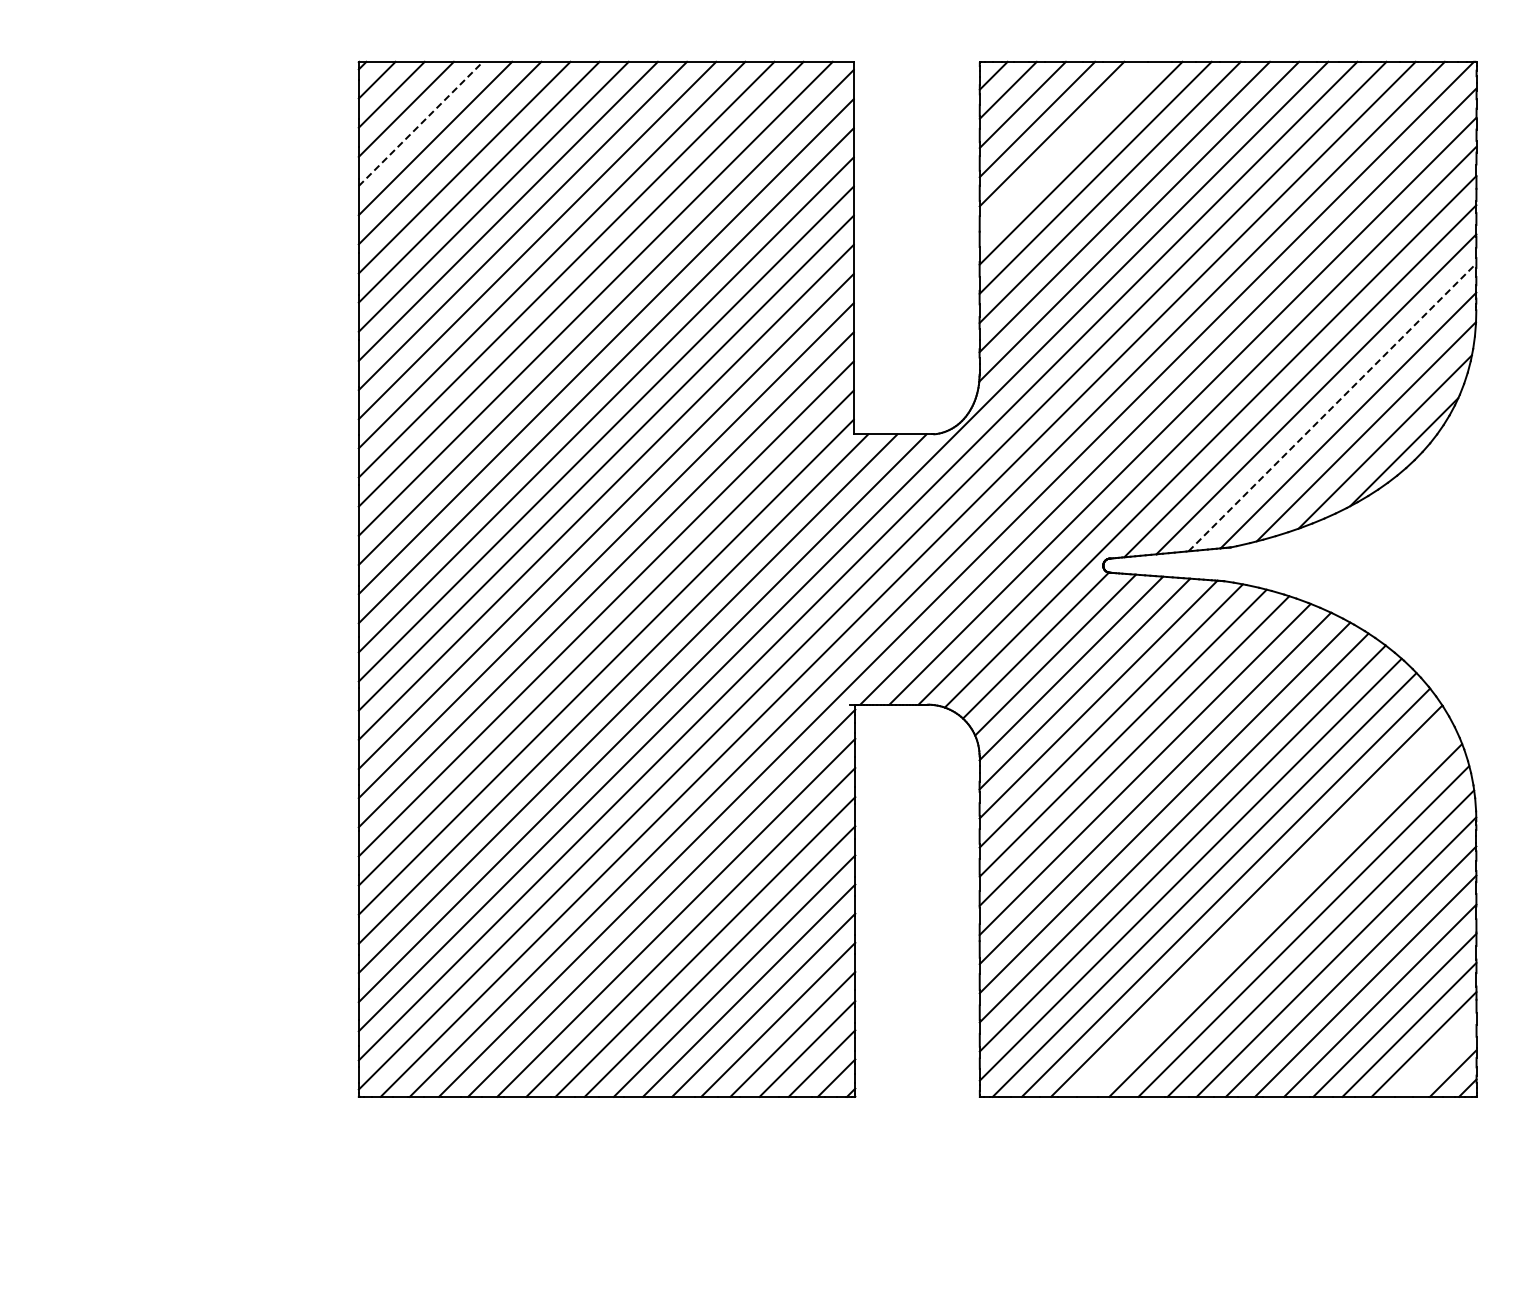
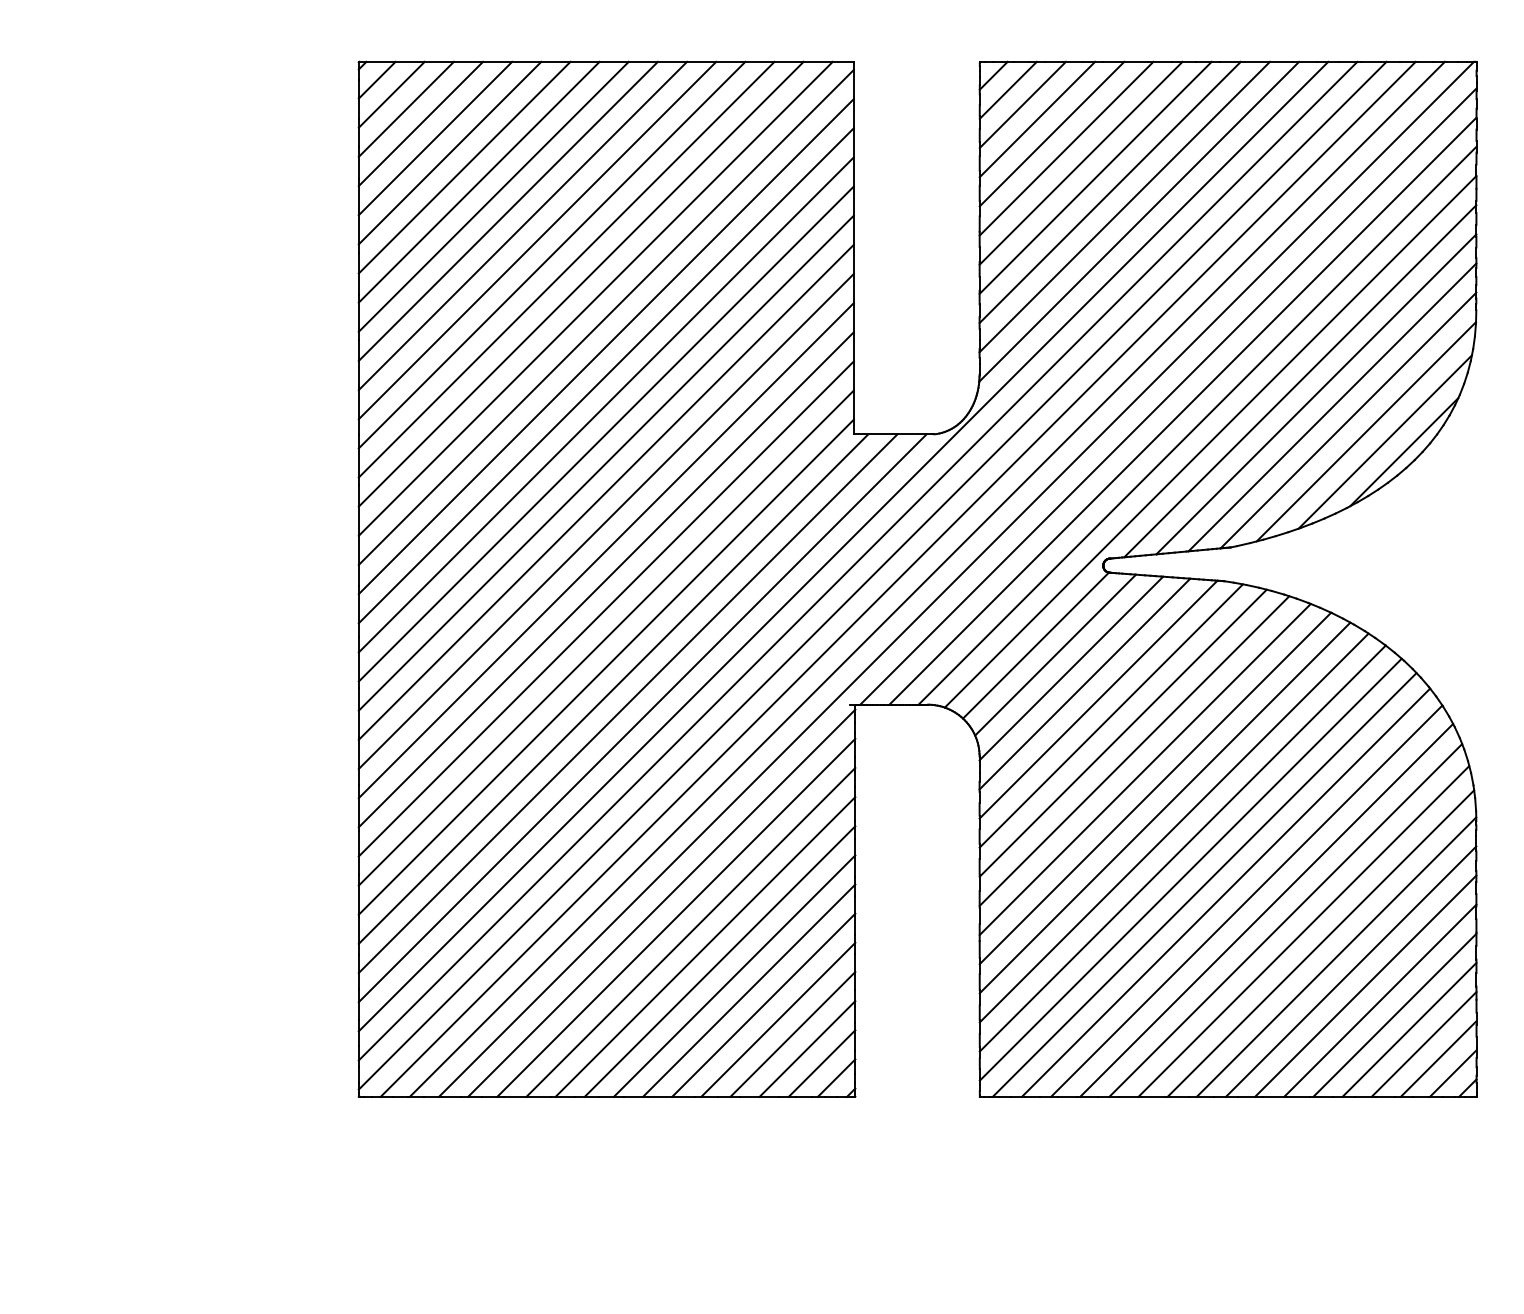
line at (420, 123): dashed -> solid
line at (1066, 148): none -> present
line at (1332, 407): dashed -> solid
line at (1266, 909): none -> present
line at (1438, 1058): none -> present
